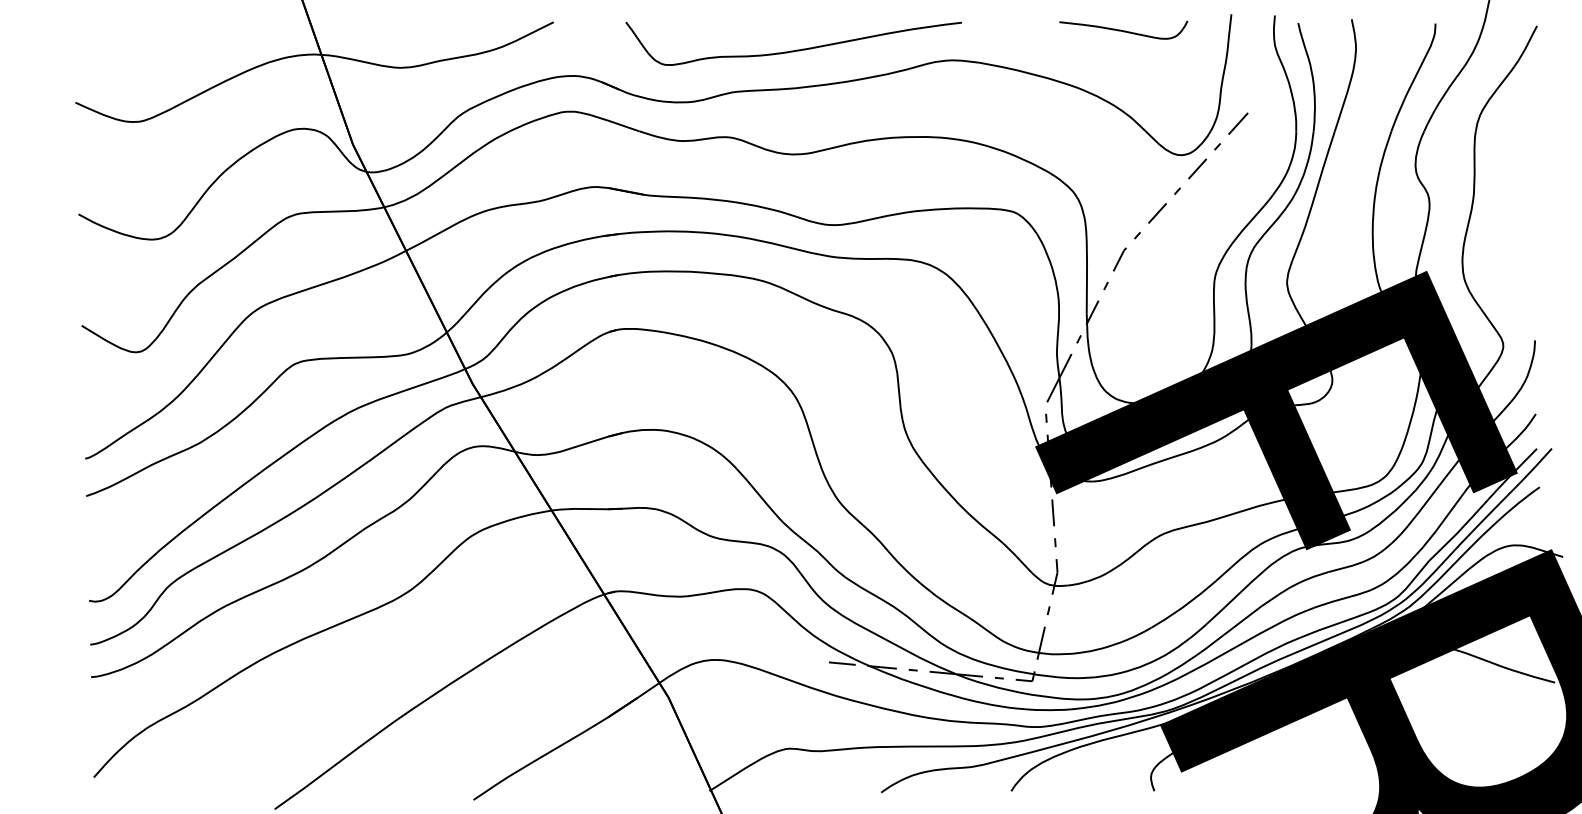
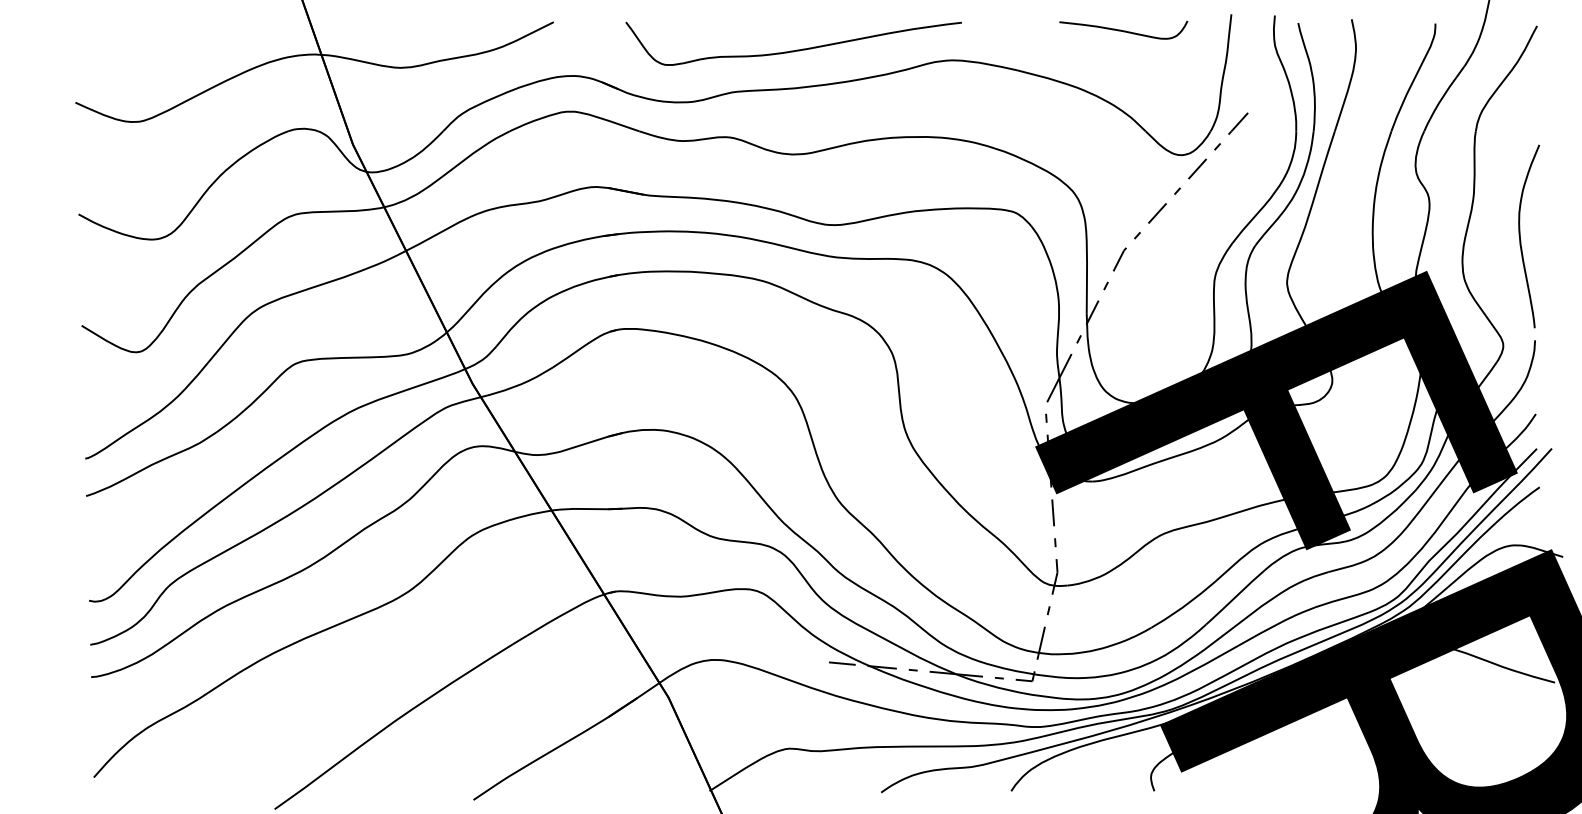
curve at (1521, 240): none -> present
